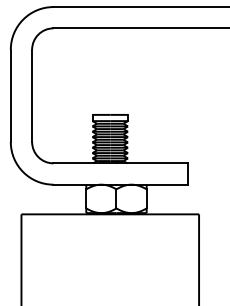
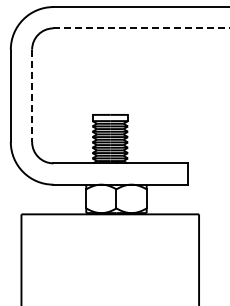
line at (141, 28): solid -> dashed
line at (32, 96): solid -> dashed
